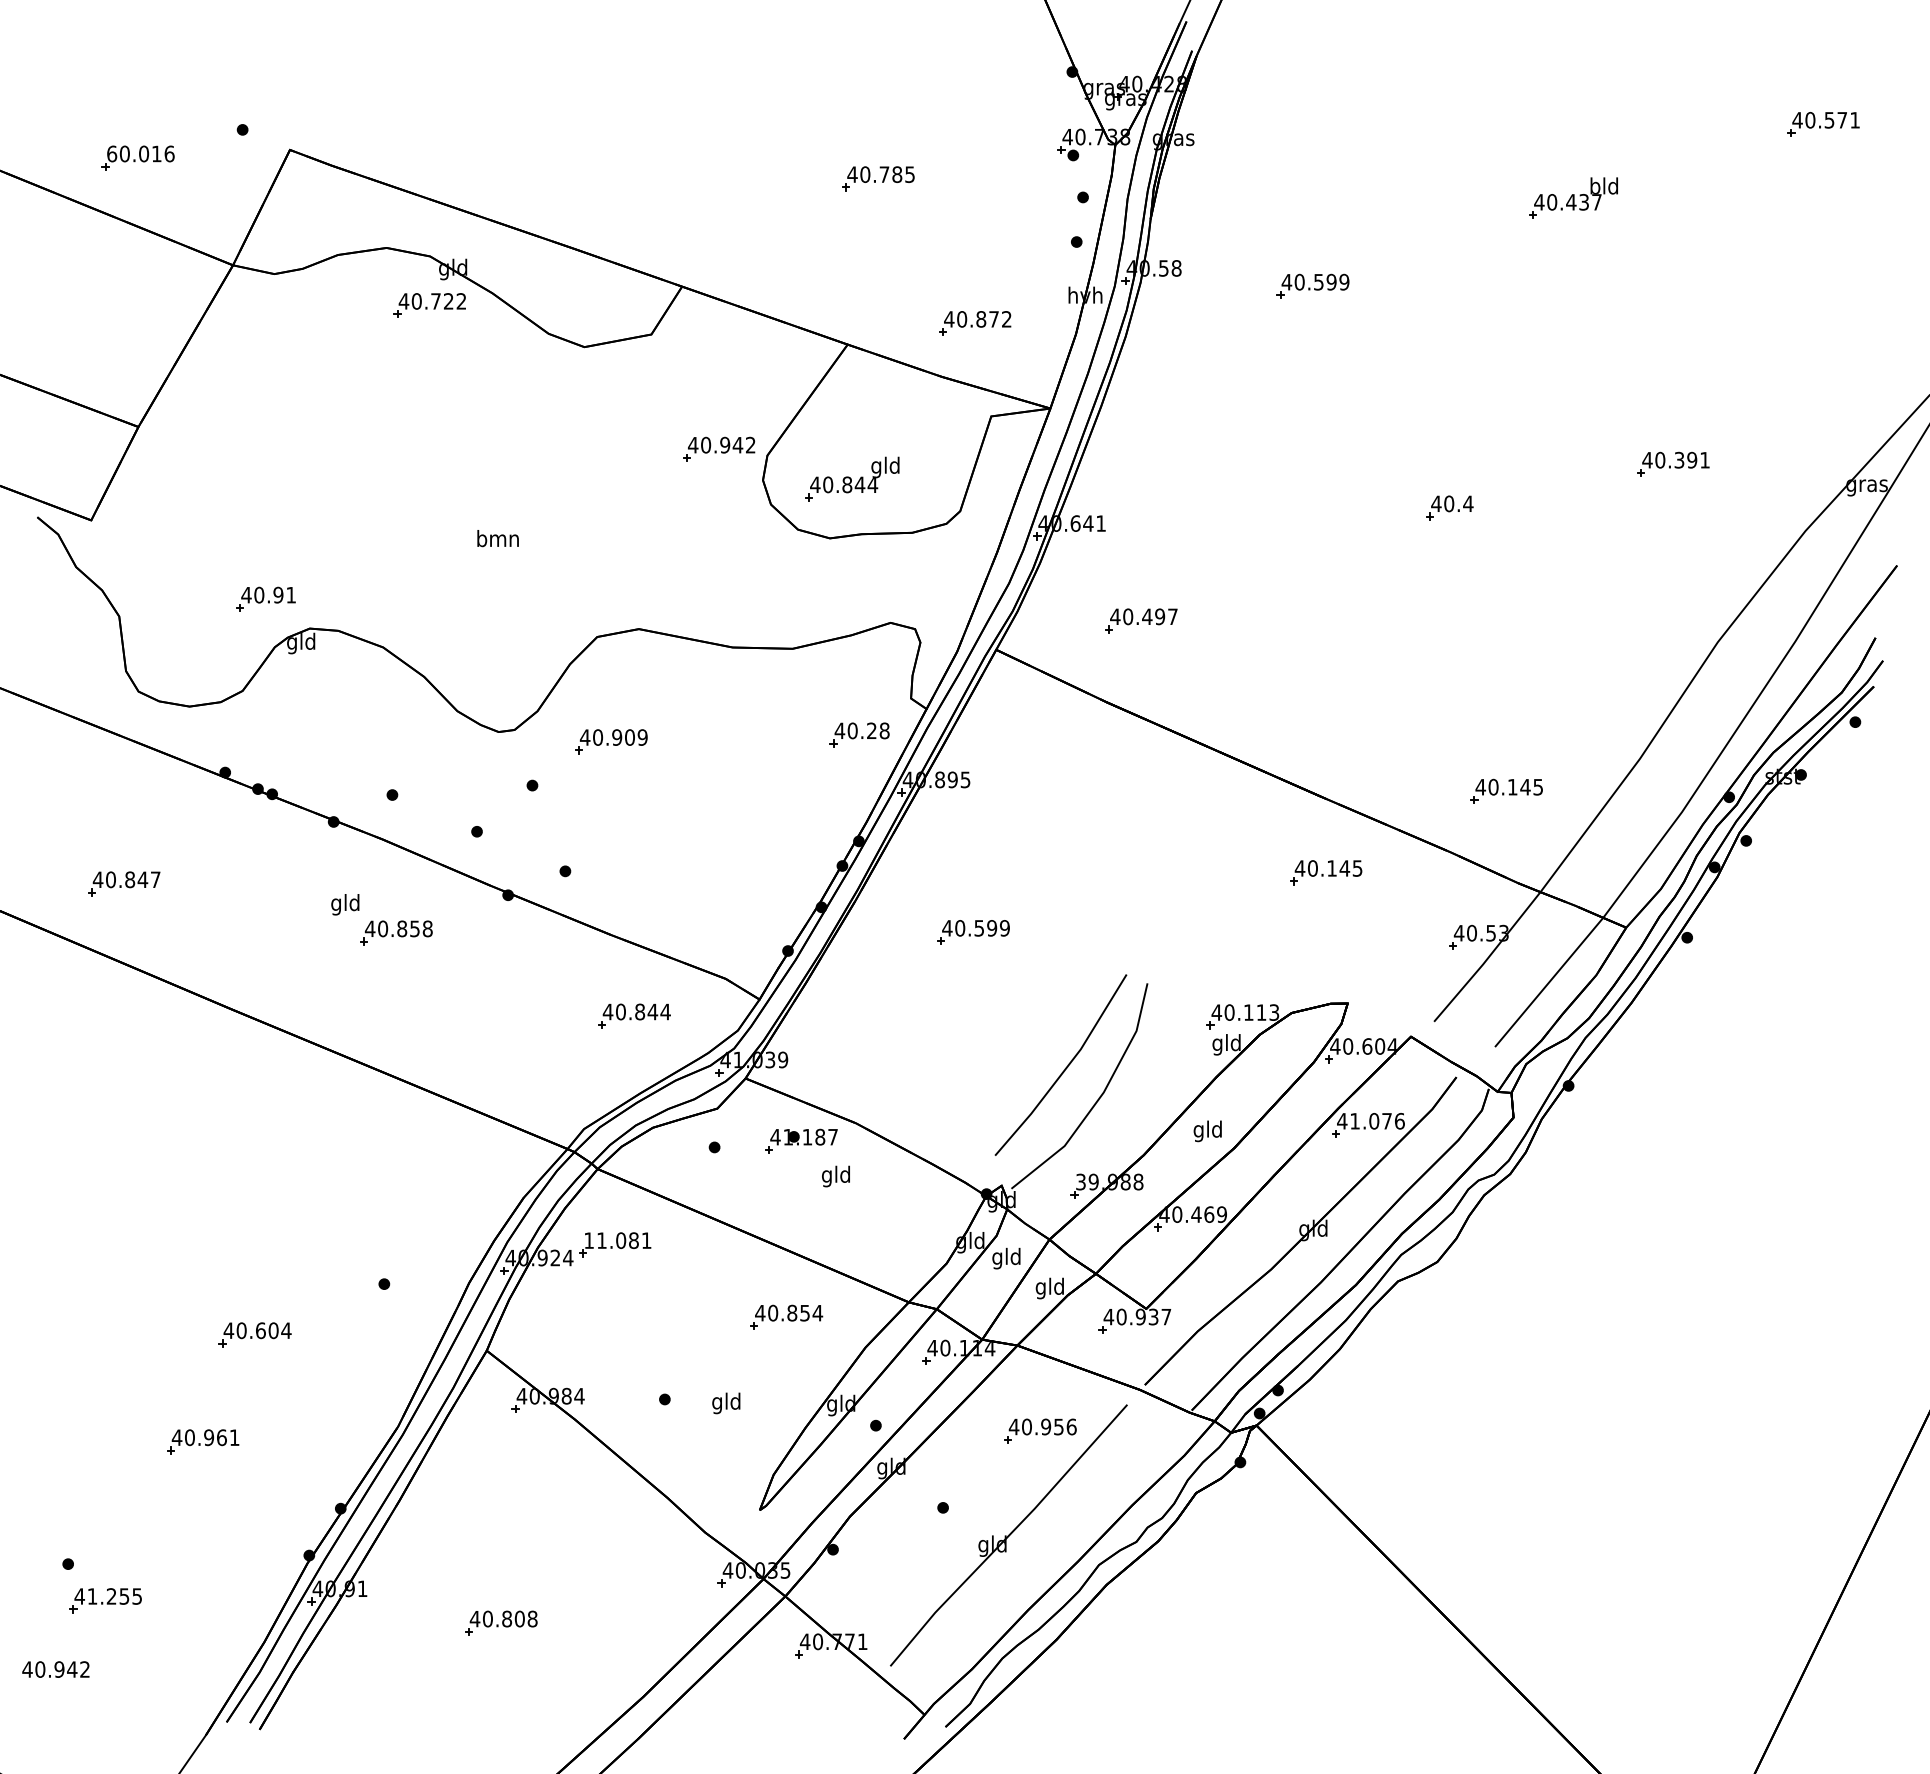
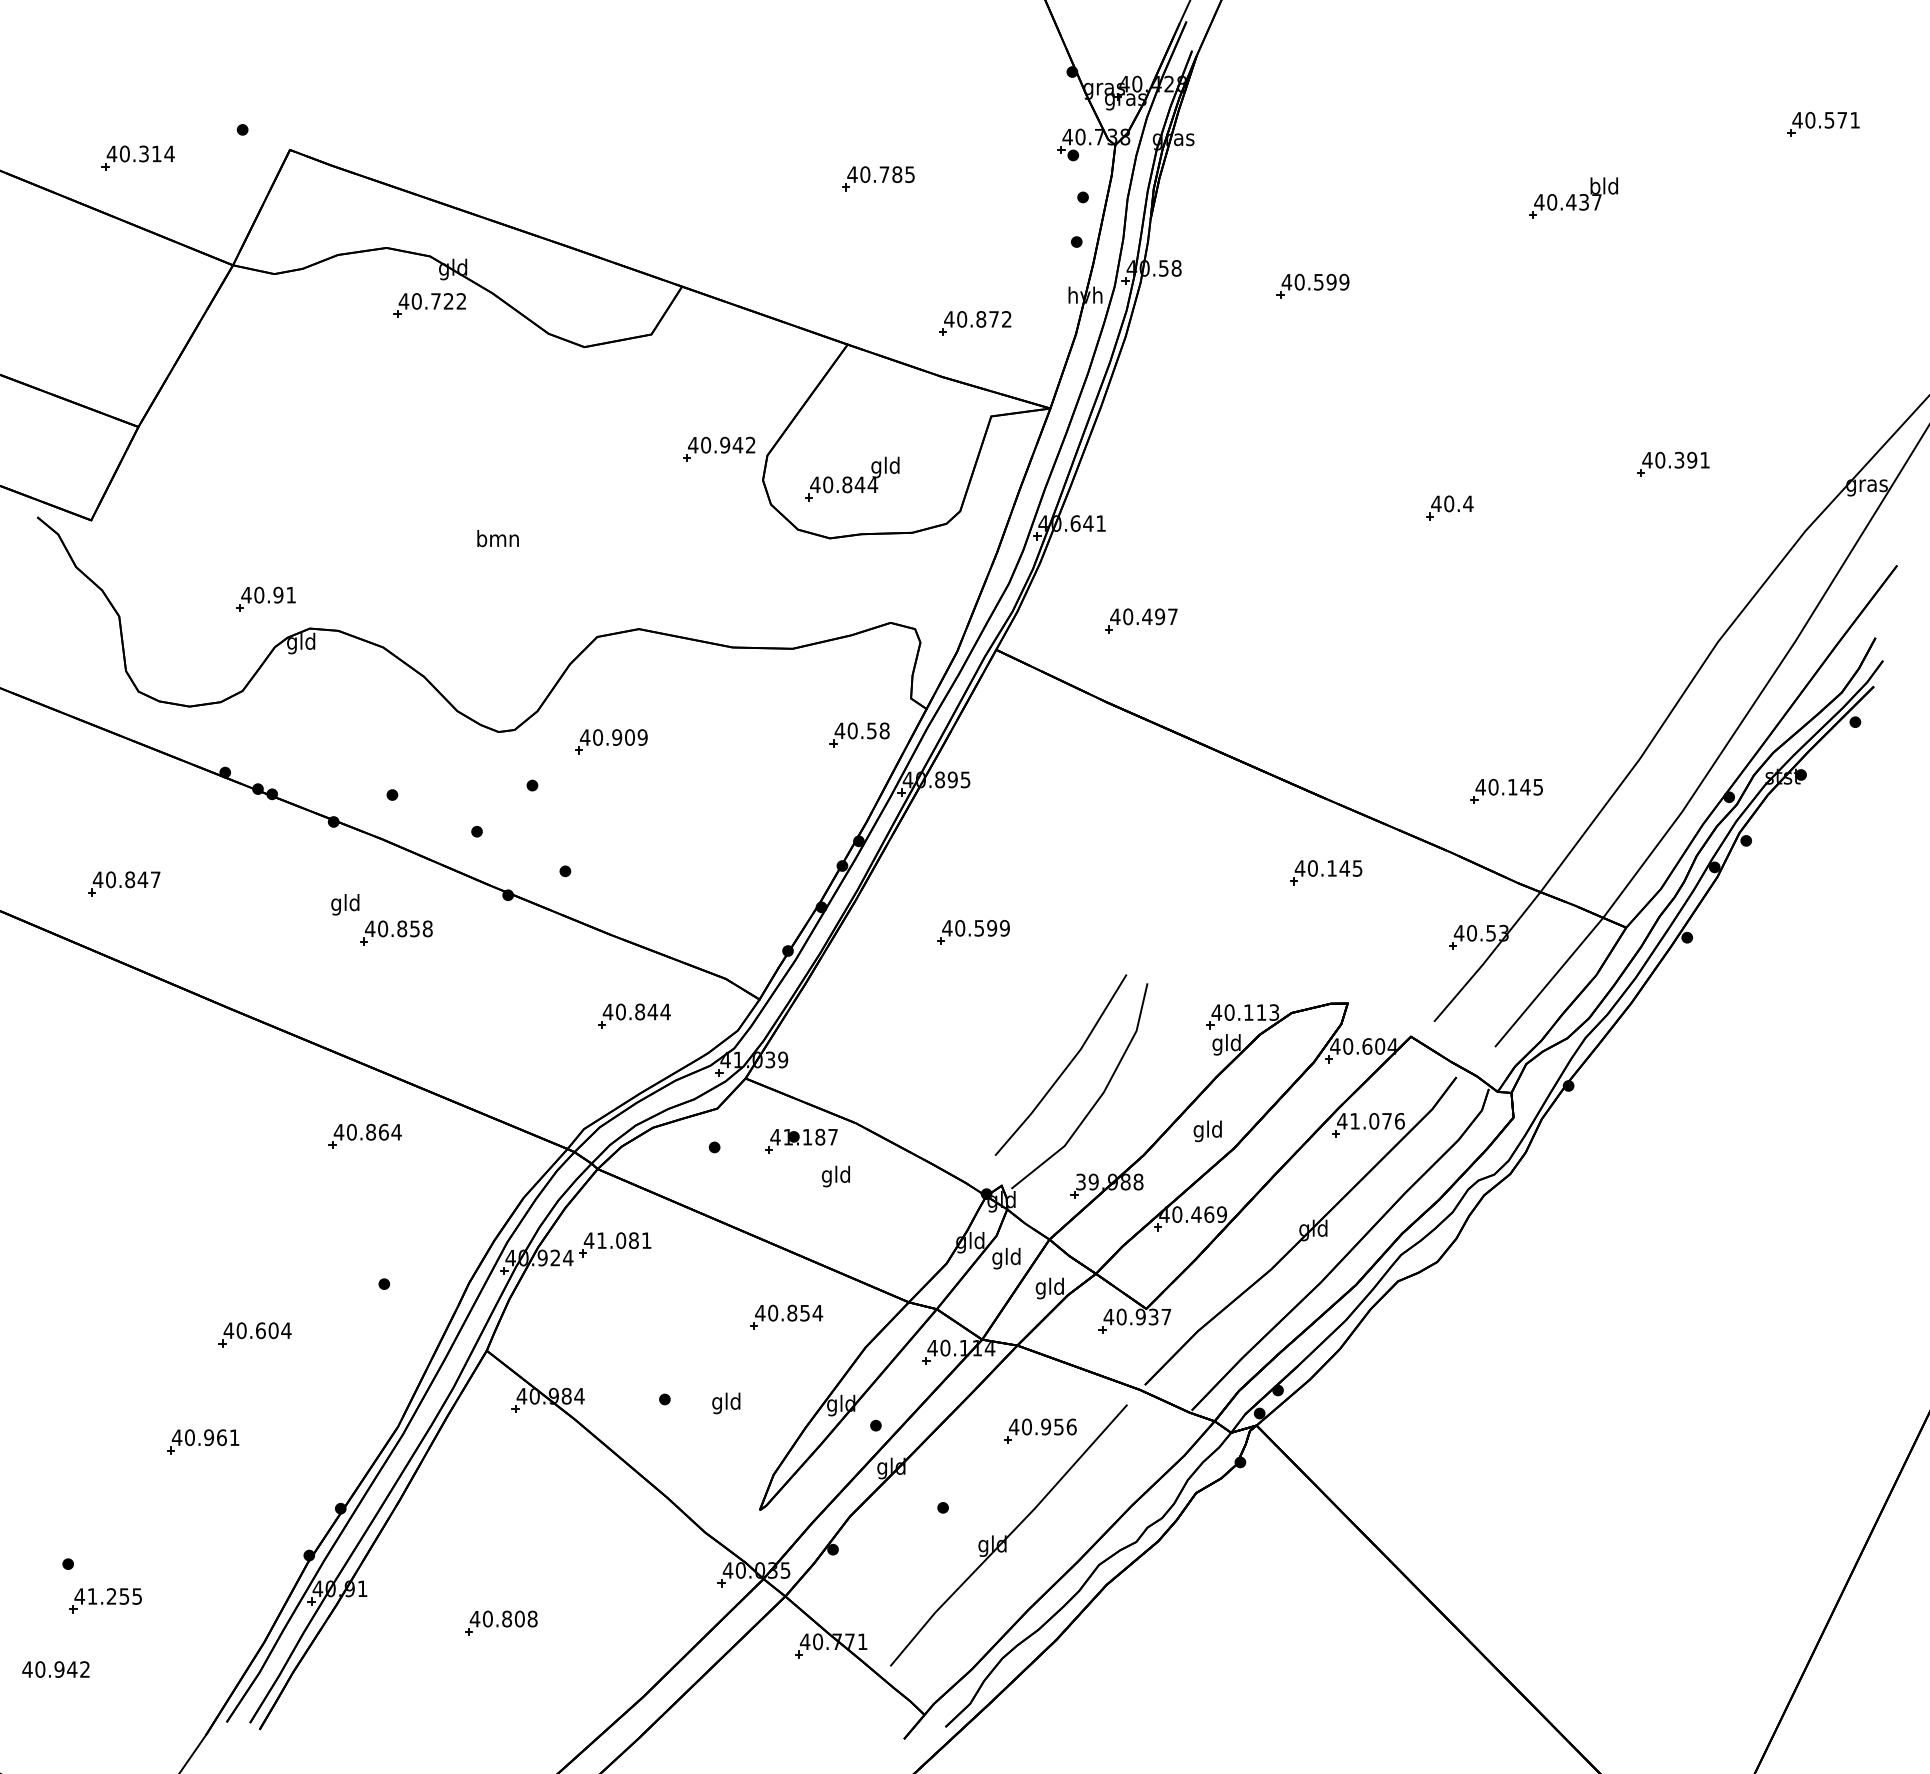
text at (140, 153): 60.016 -> 40.314
text at (871, 730): 40.28 -> 40.58
part at (364, 1136): none -> present
text at (588, 1240): 11.081 -> 41.081
